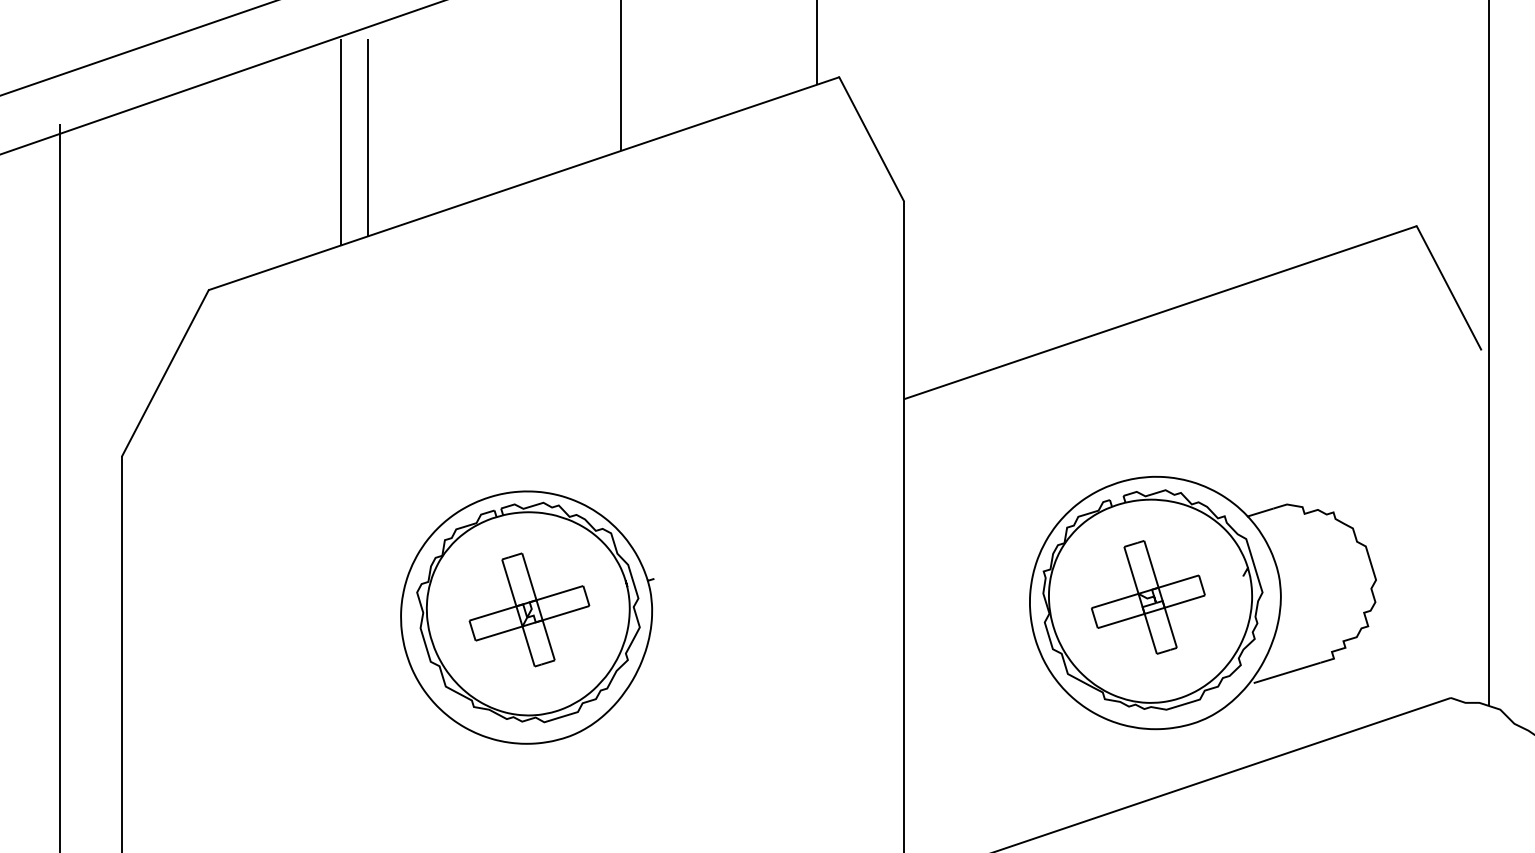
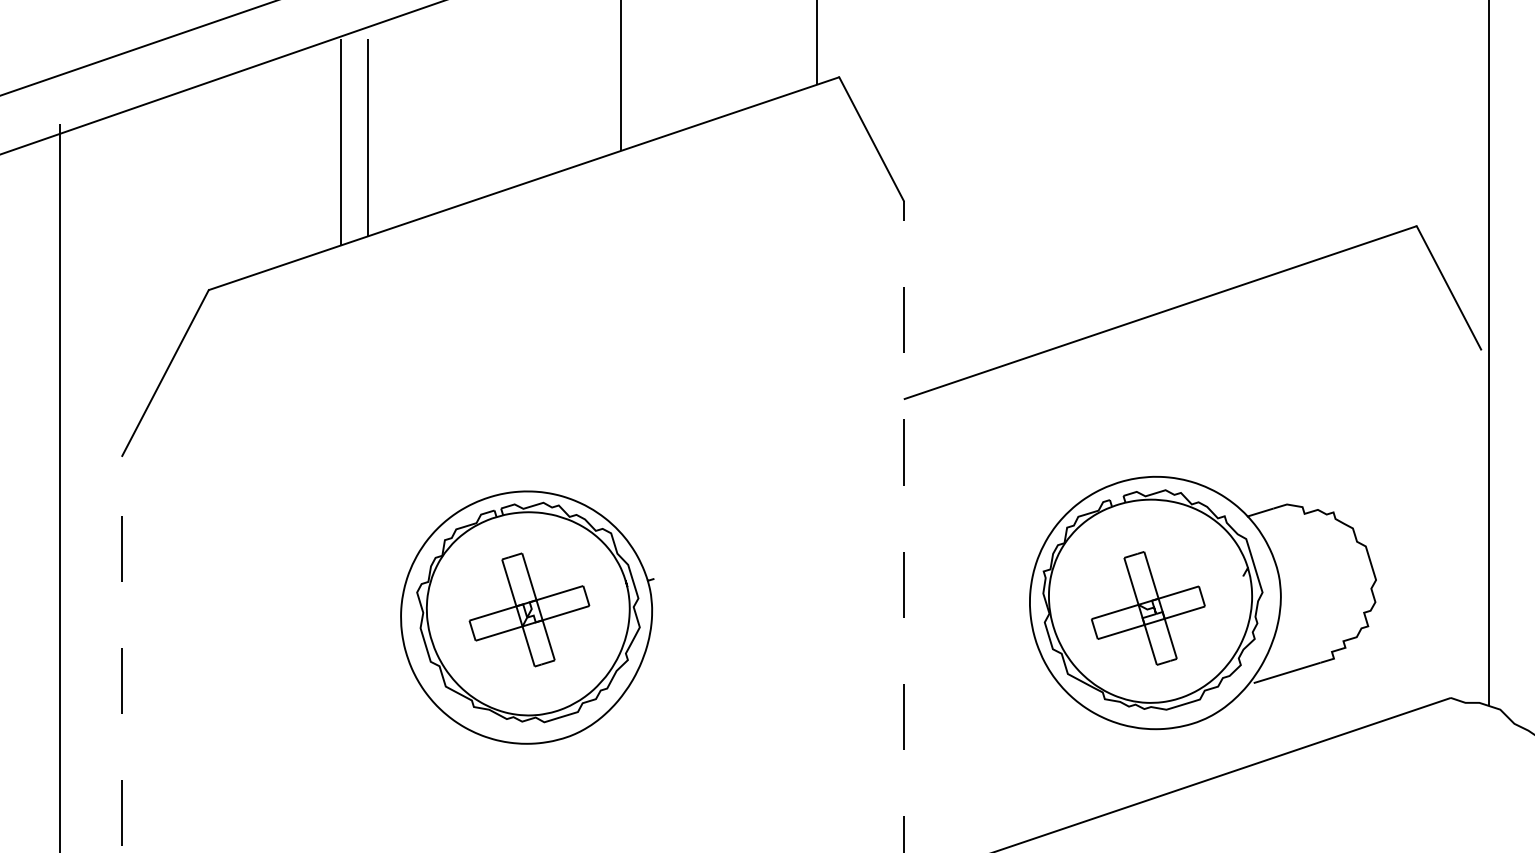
line at (903, 526): solid -> dashed
part at (1148, 597) position: (1148, 597) -> (1148, 608)
line at (122, 653): solid -> dashed
